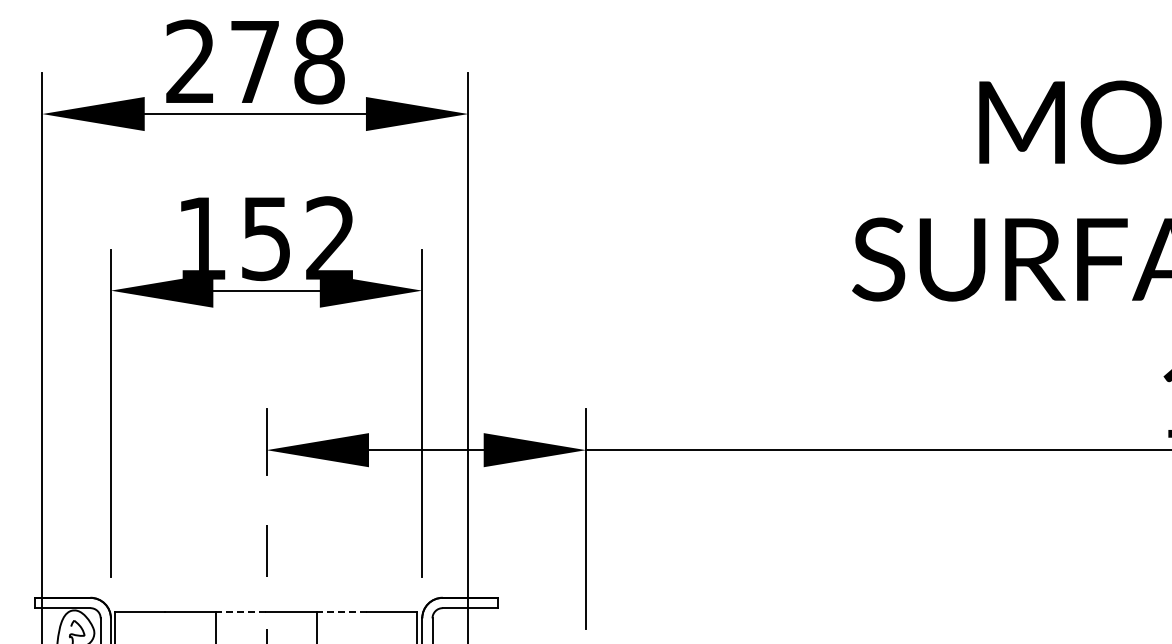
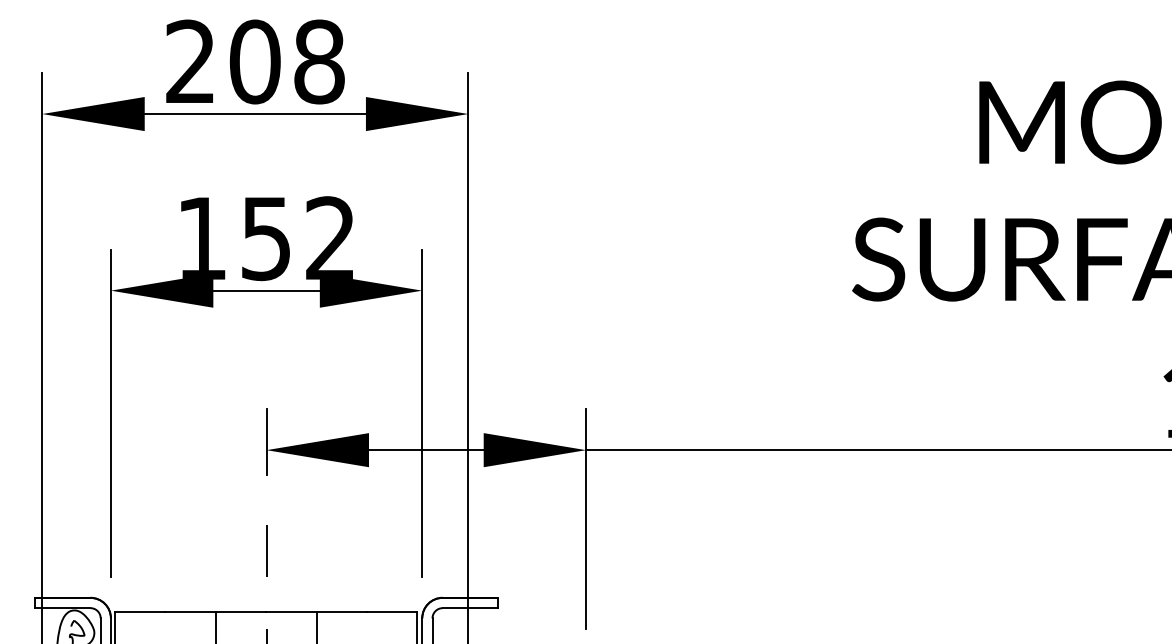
text at (254, 61): 278 -> 208
line at (240, 612): dashed -> solid
line at (341, 612): dashed -> solid
